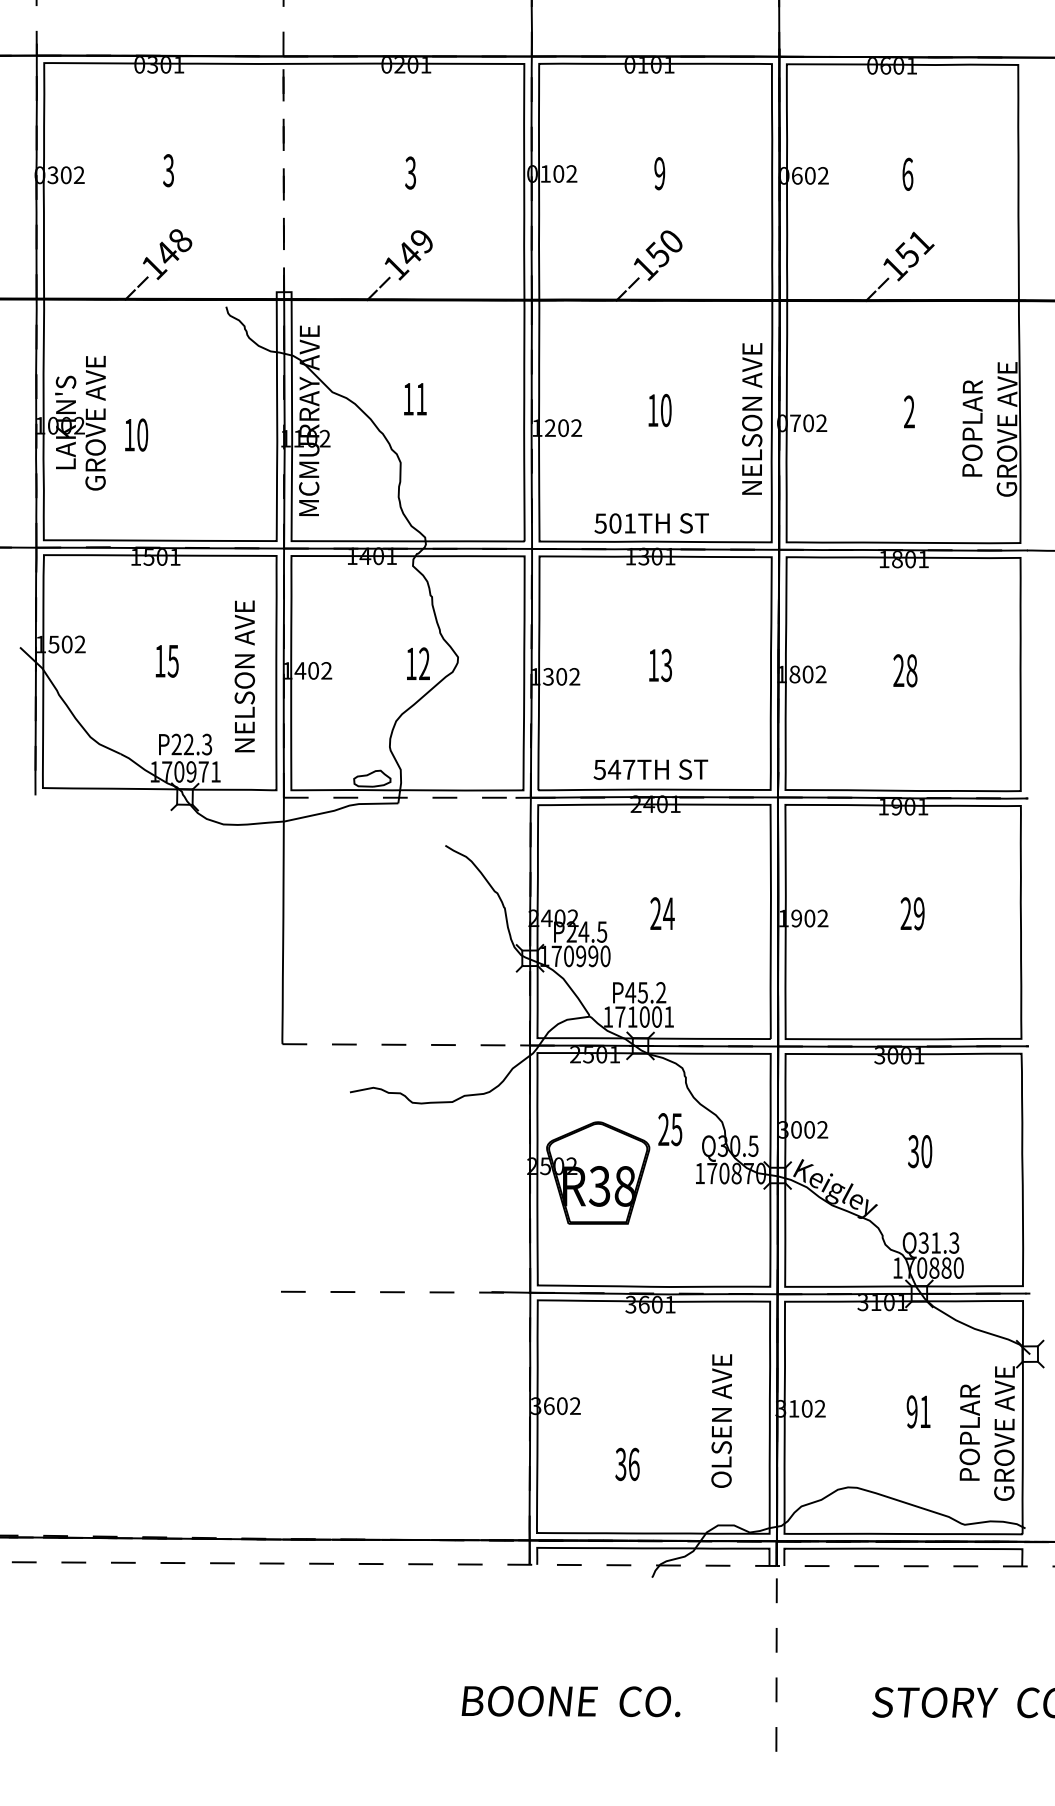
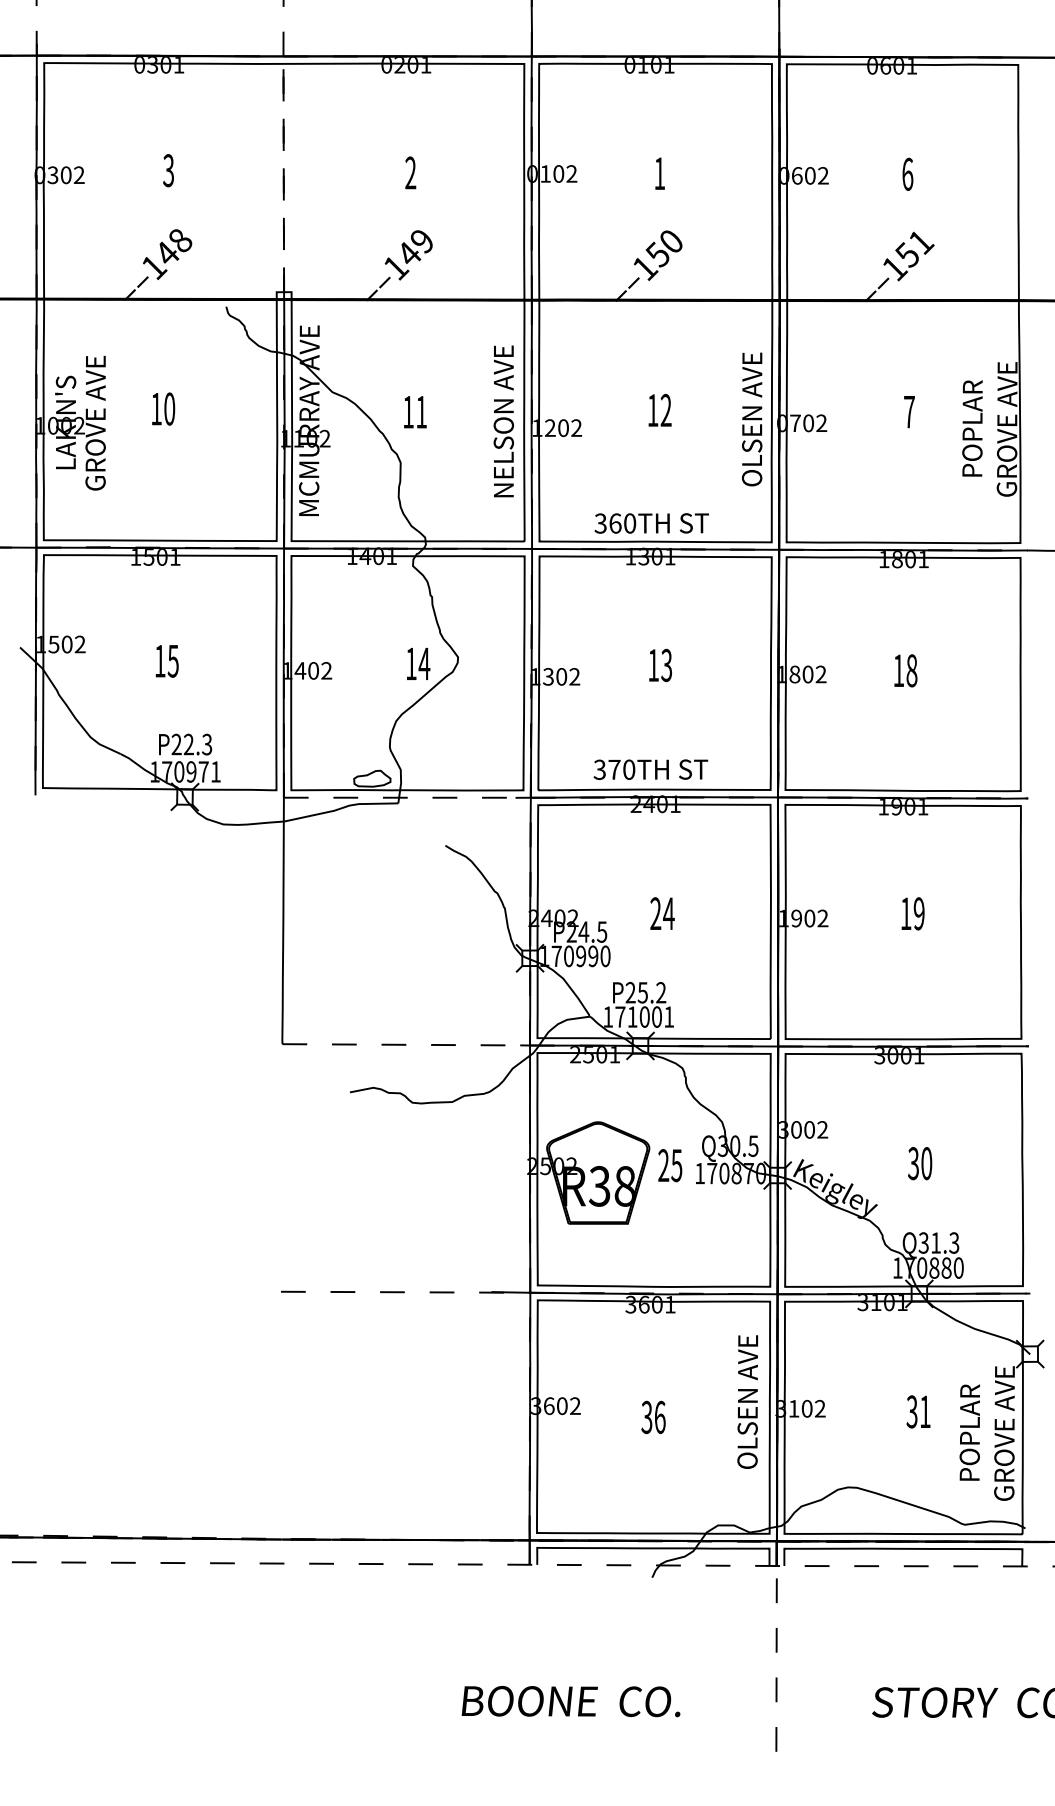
text at (410, 173): 3 -> 2
text at (659, 173): 9 -> 1
text at (415, 399) position: (415, 399) -> (415, 412)
text at (665, 410): 10 -> 12
text at (909, 411): 2 -> 7
text at (751, 418): NELSON AVE -> OLSEN AVE
text at (136, 434) position: (136, 434) -> (163, 408)
text at (615, 523): 501TH -> 360TH
text at (424, 663): 12 -> 14
text at (898, 670): 28 -> 18
text at (244, 676) position: (244, 676) -> (503, 421)
text at (614, 769): 547TH -> 370TH
text at (905, 913): 29 -> 19
text at (630, 992): P45.2 -> P25.2
text at (670, 1129) position: (670, 1129) -> (670, 1165)
text at (920, 1151) position: (920, 1151) -> (920, 1163)
text at (911, 1411): 91 -> 31
text at (721, 1420) position: (721, 1420) -> (747, 1401)
text at (627, 1464) position: (627, 1464) -> (653, 1417)
